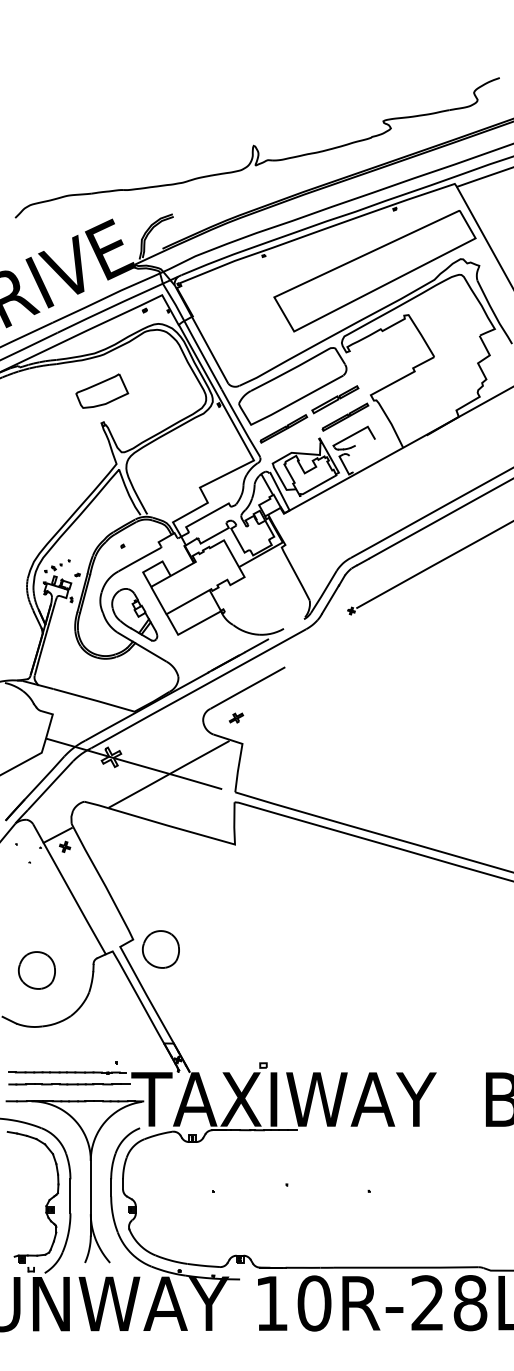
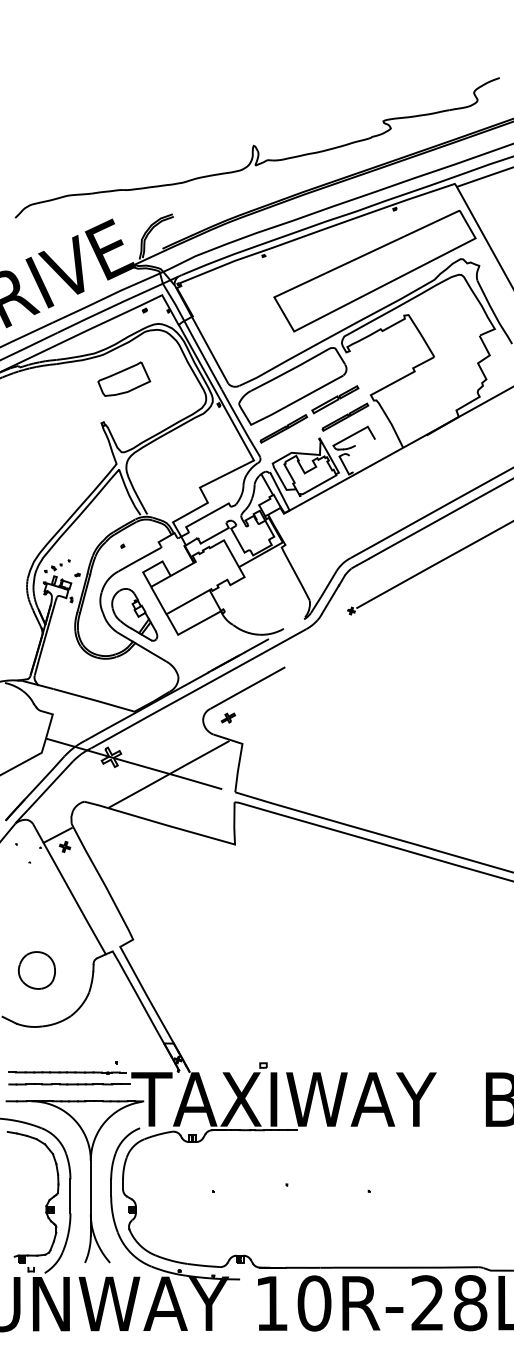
curve at (99, 384) position: (99, 384) -> (121, 372)
part at (236, 717) position: (236, 717) -> (228, 717)
part at (160, 949): present -> none
